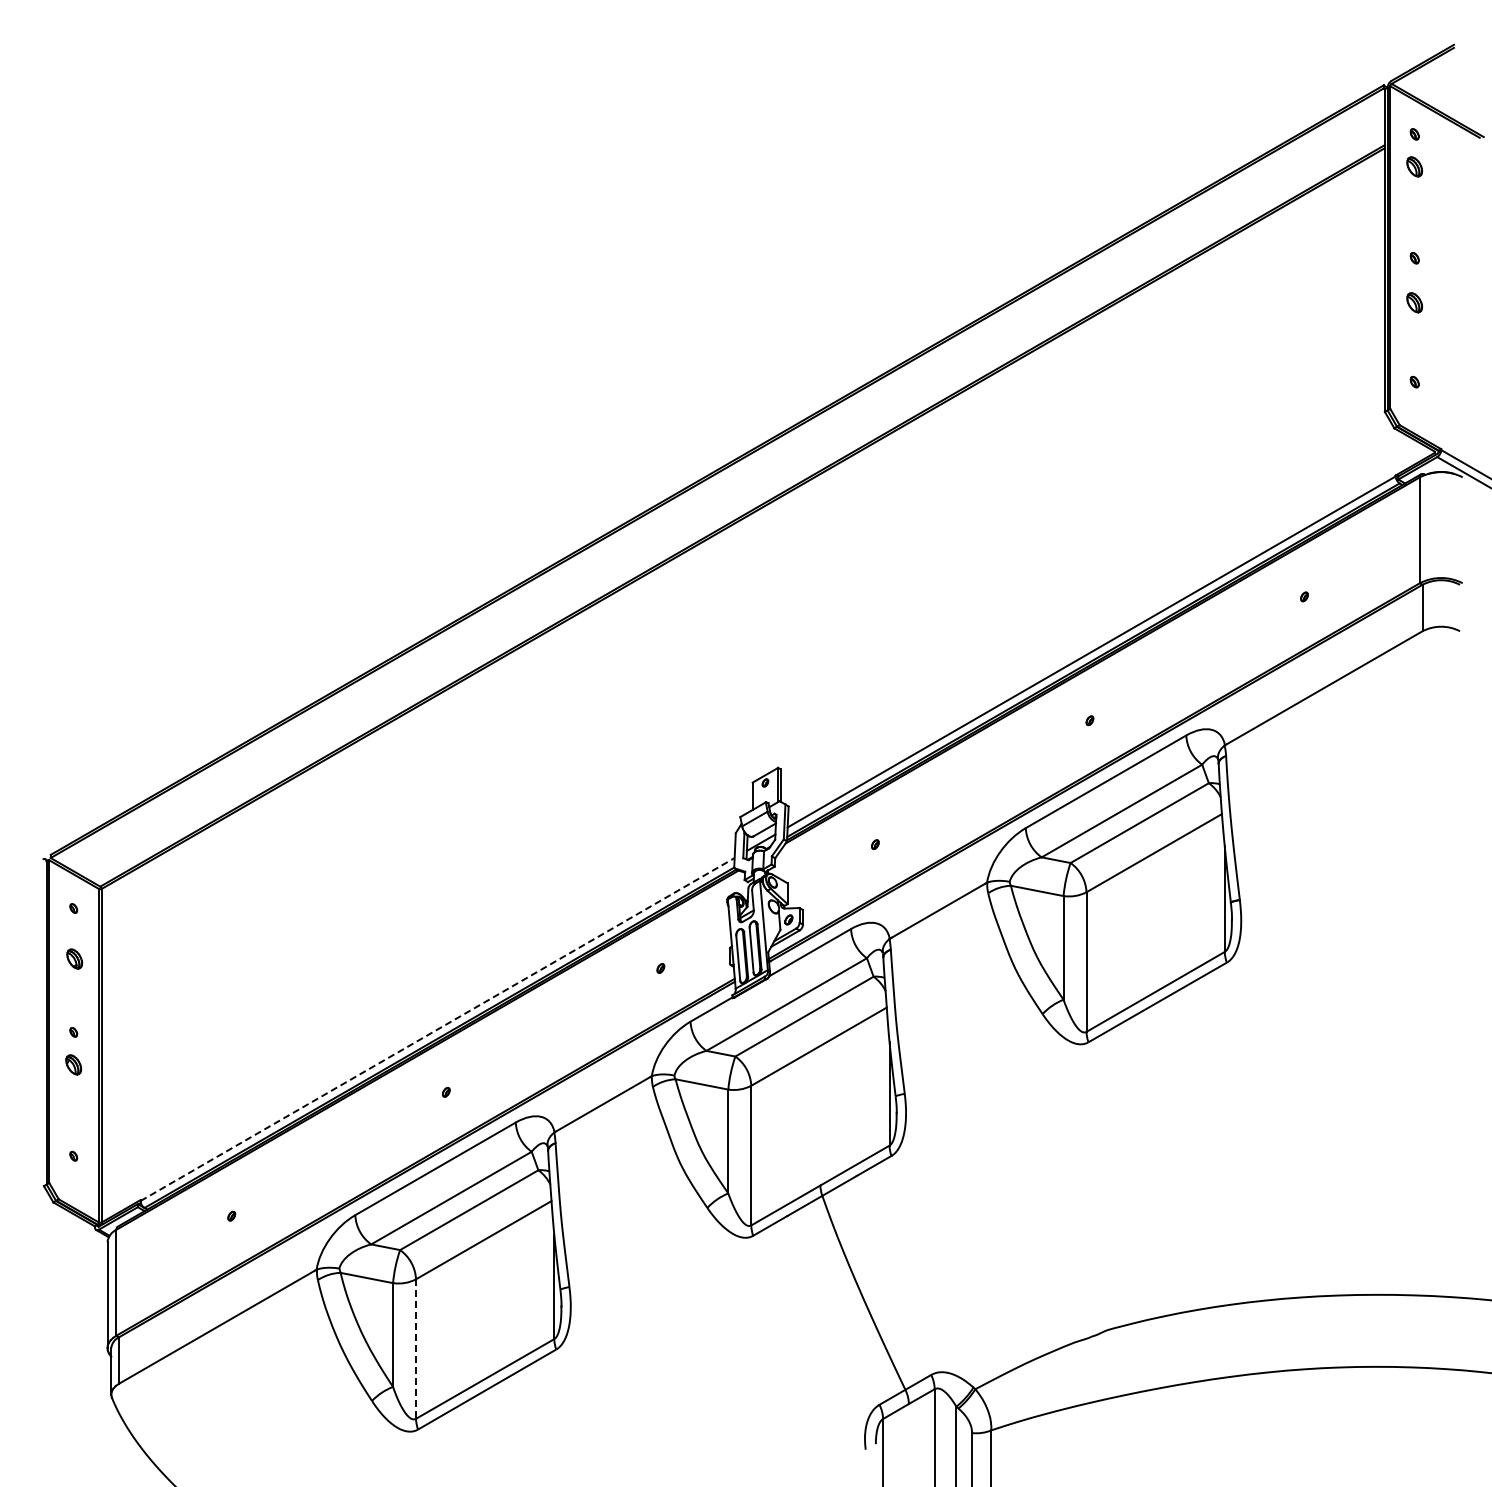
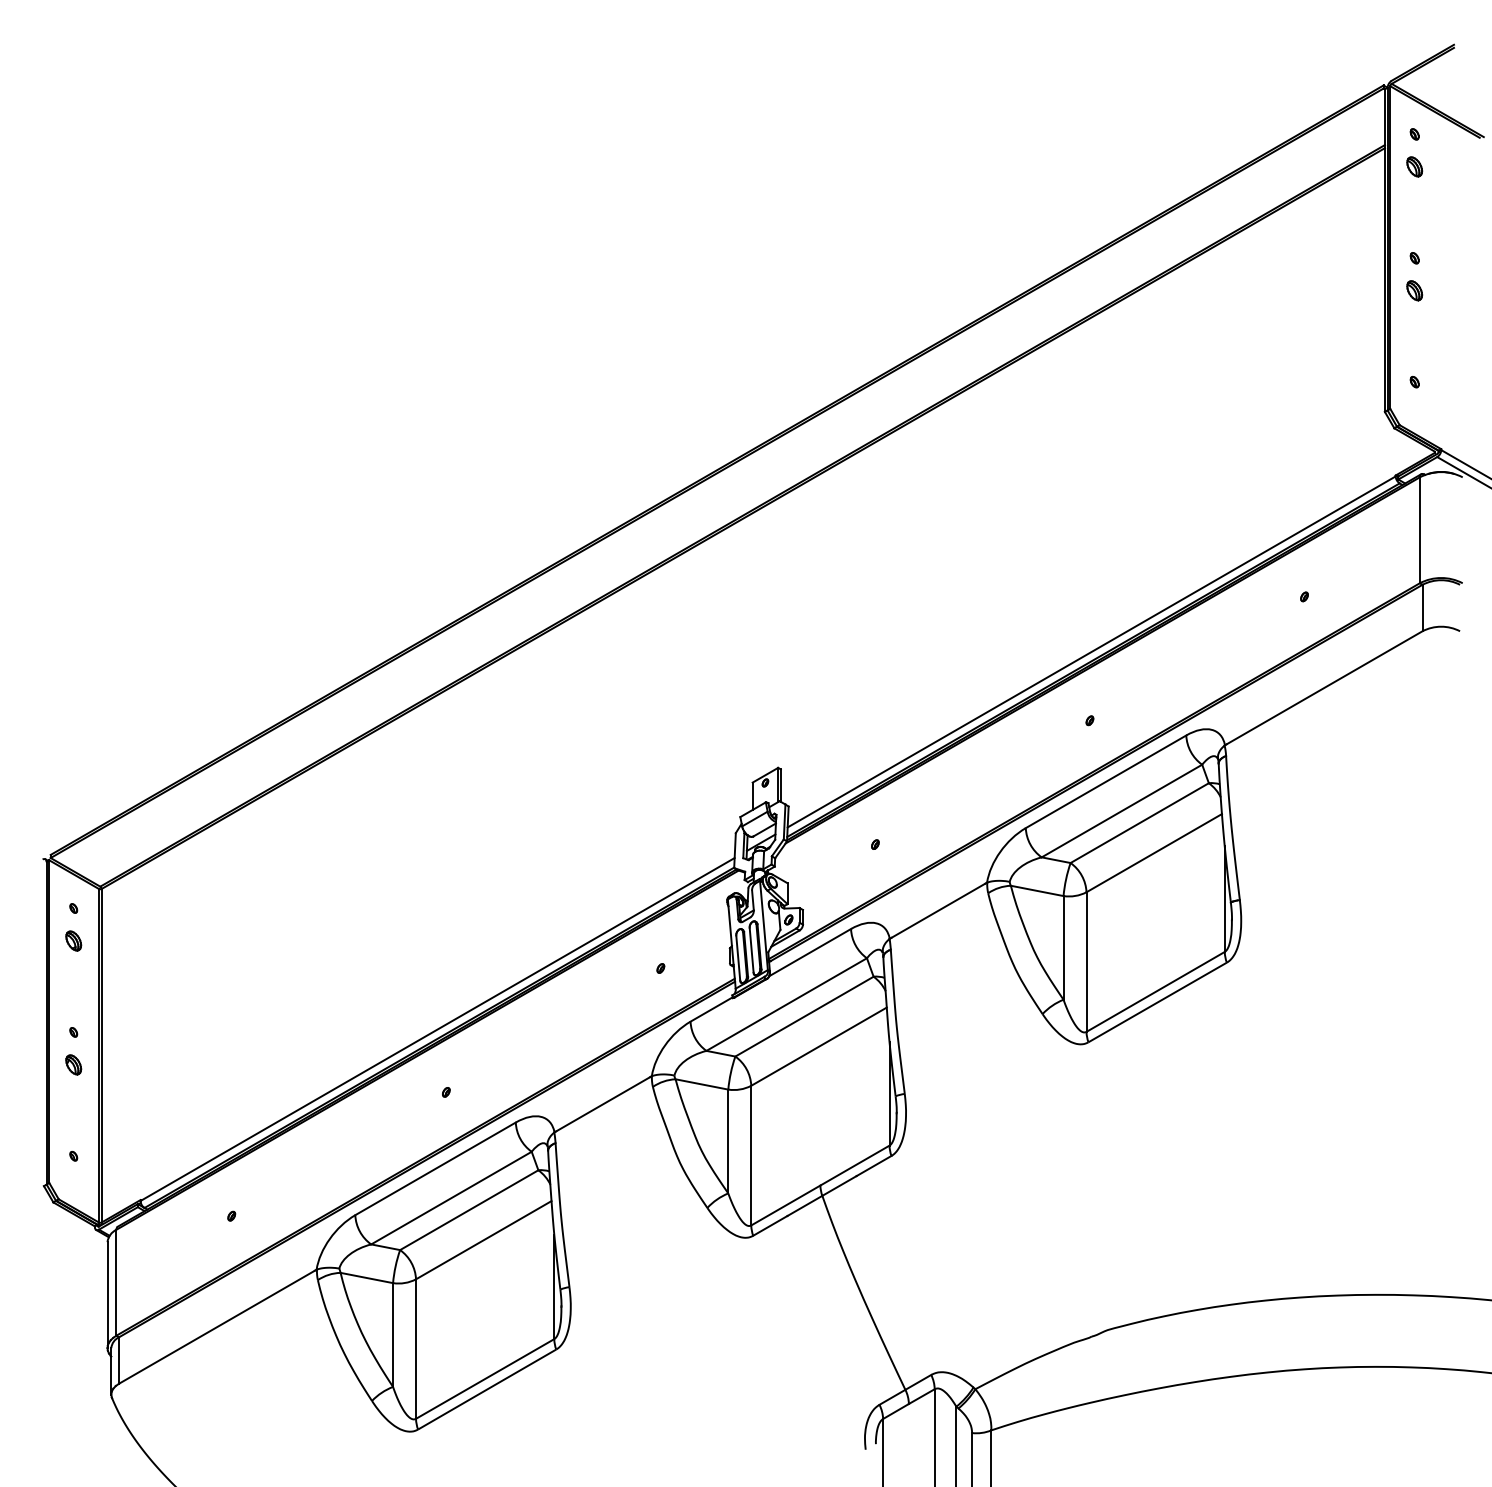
part at (1414, 302) position: (1414, 302) -> (1414, 290)
part at (74, 958) position: (74, 958) -> (73, 940)
line at (438, 1029): dashed -> solid
line at (416, 1349): dashed -> solid
